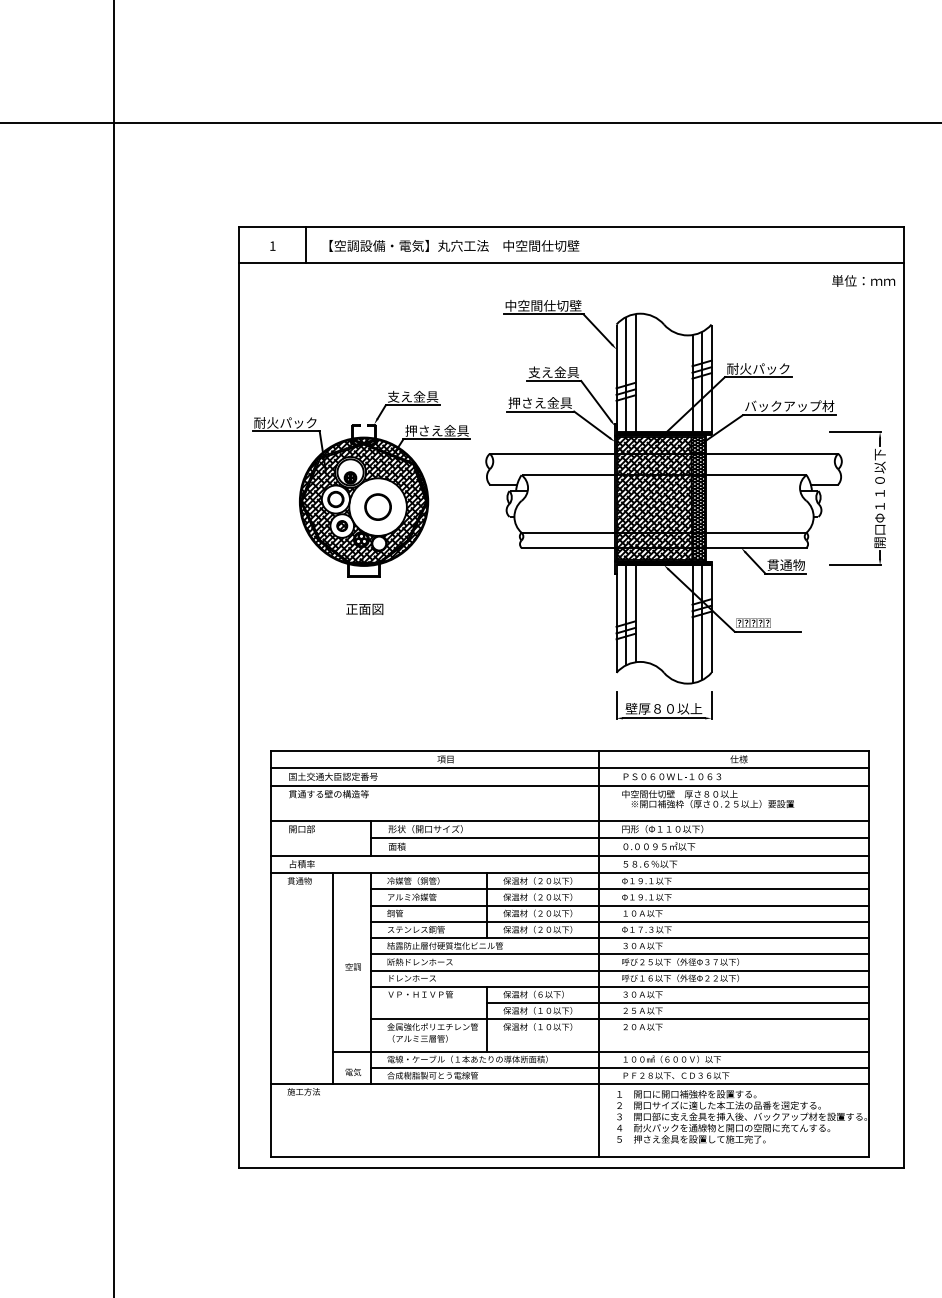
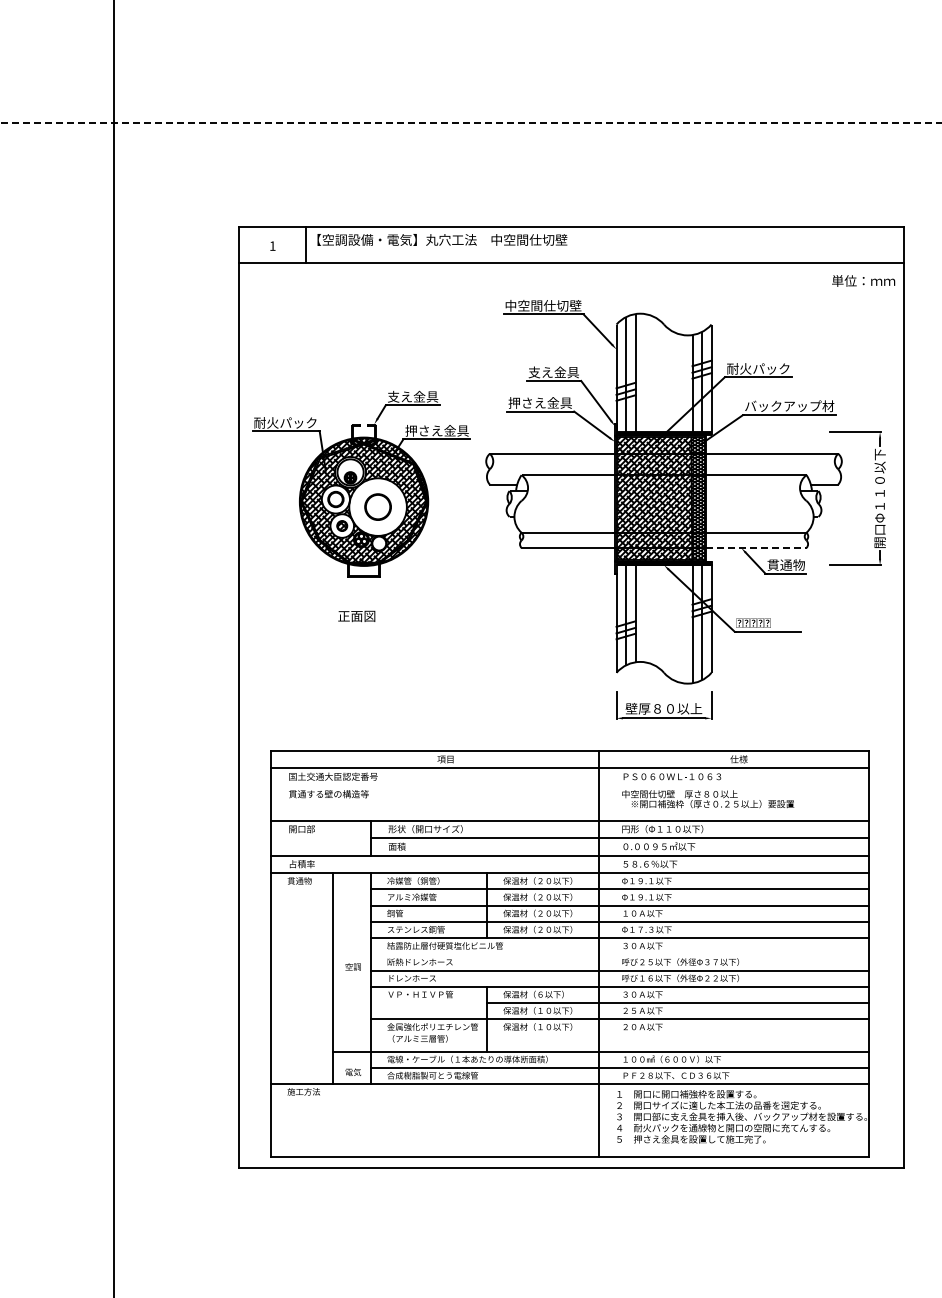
line at (471, 122): solid -> dashed
text at (454, 245) position: (454, 245) -> (442, 239)
line at (756, 547): solid -> dashed
text at (364, 609) position: (364, 609) -> (356, 616)
line at (569, 785): present -> none
line at (619, 954): present -> none
